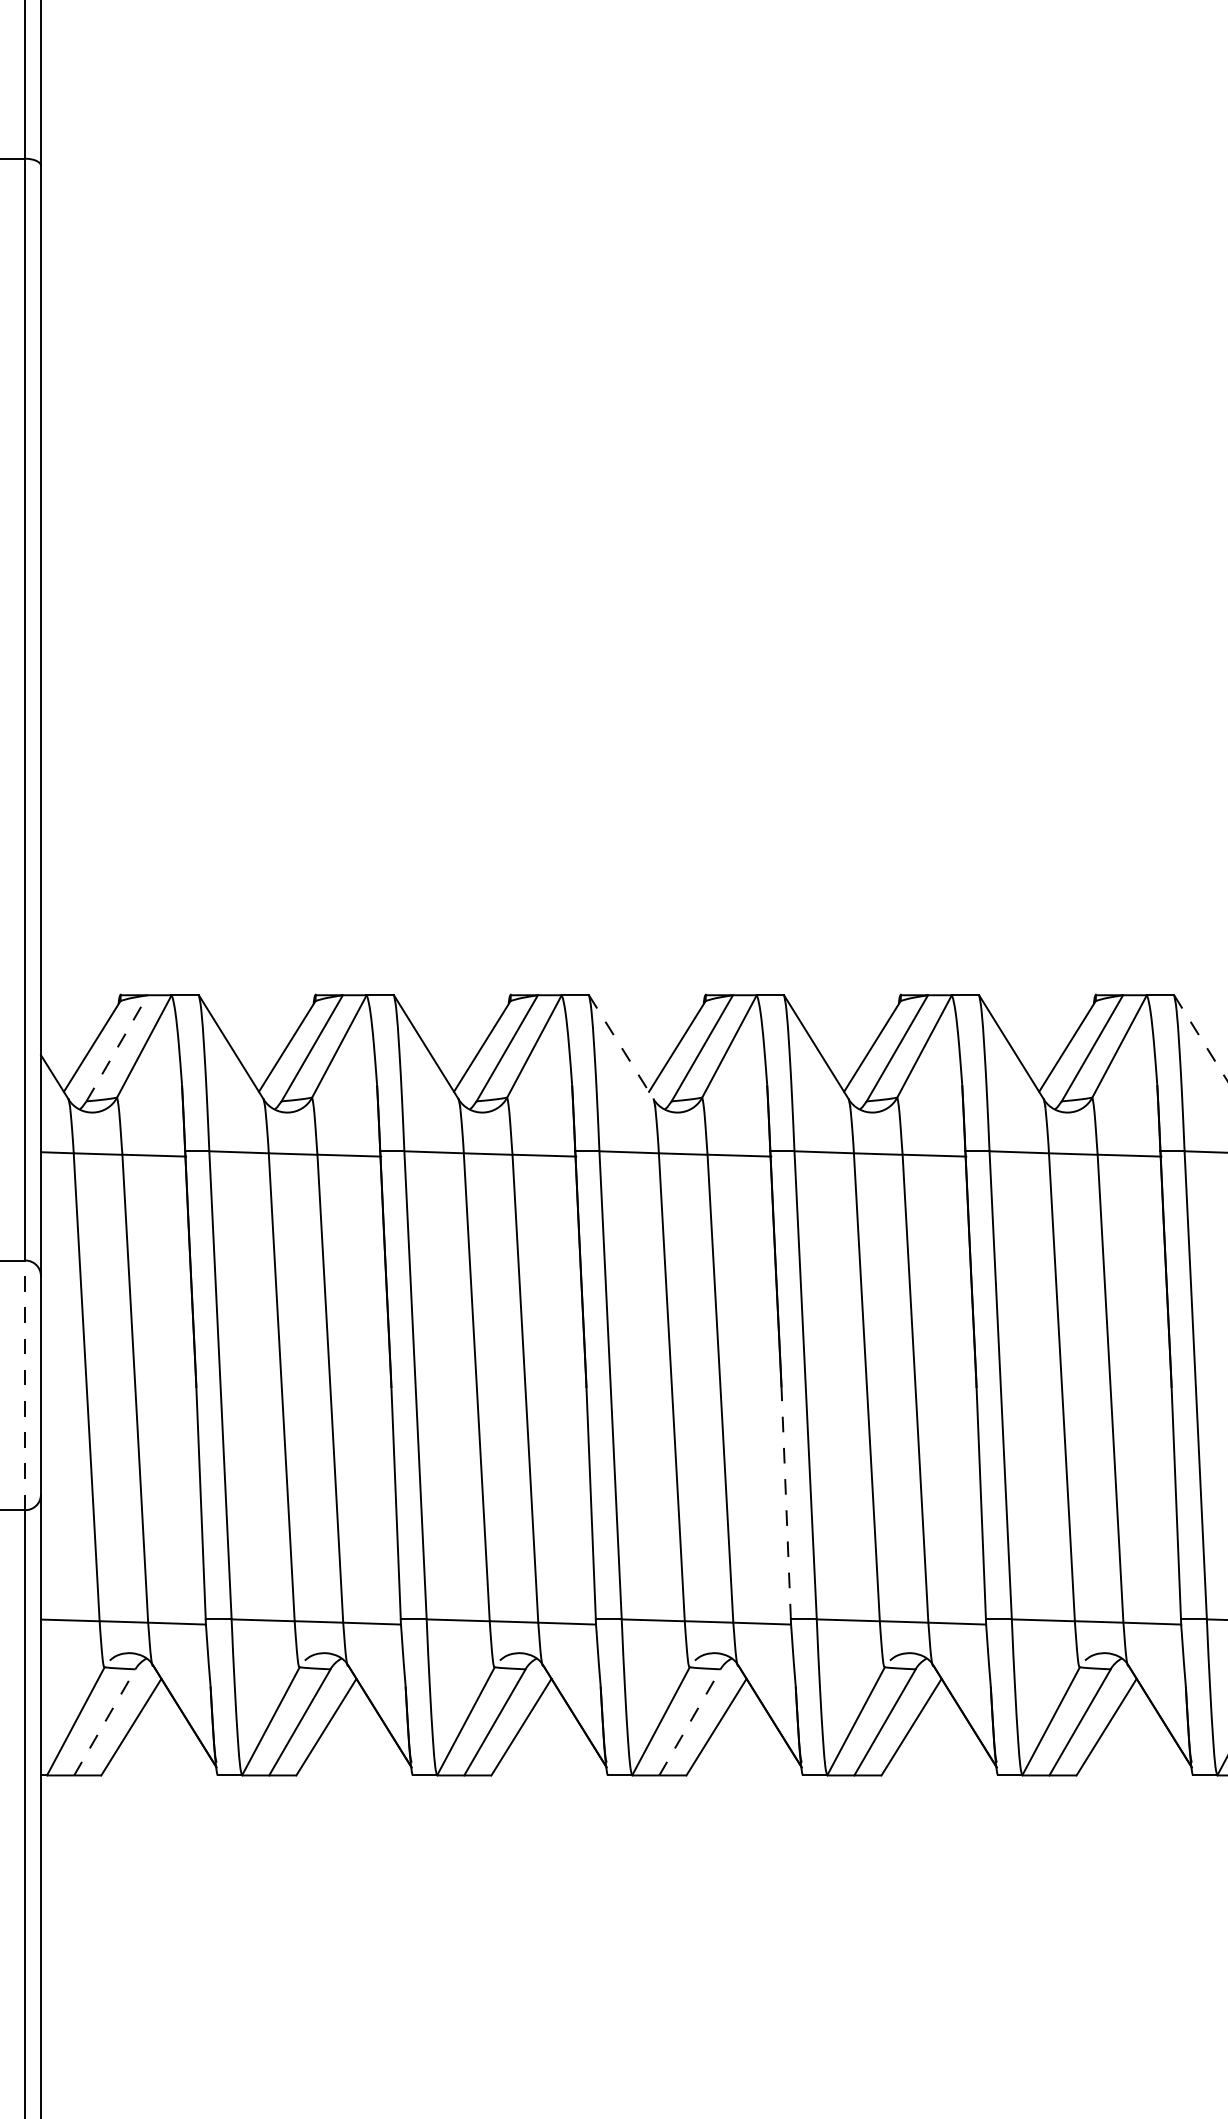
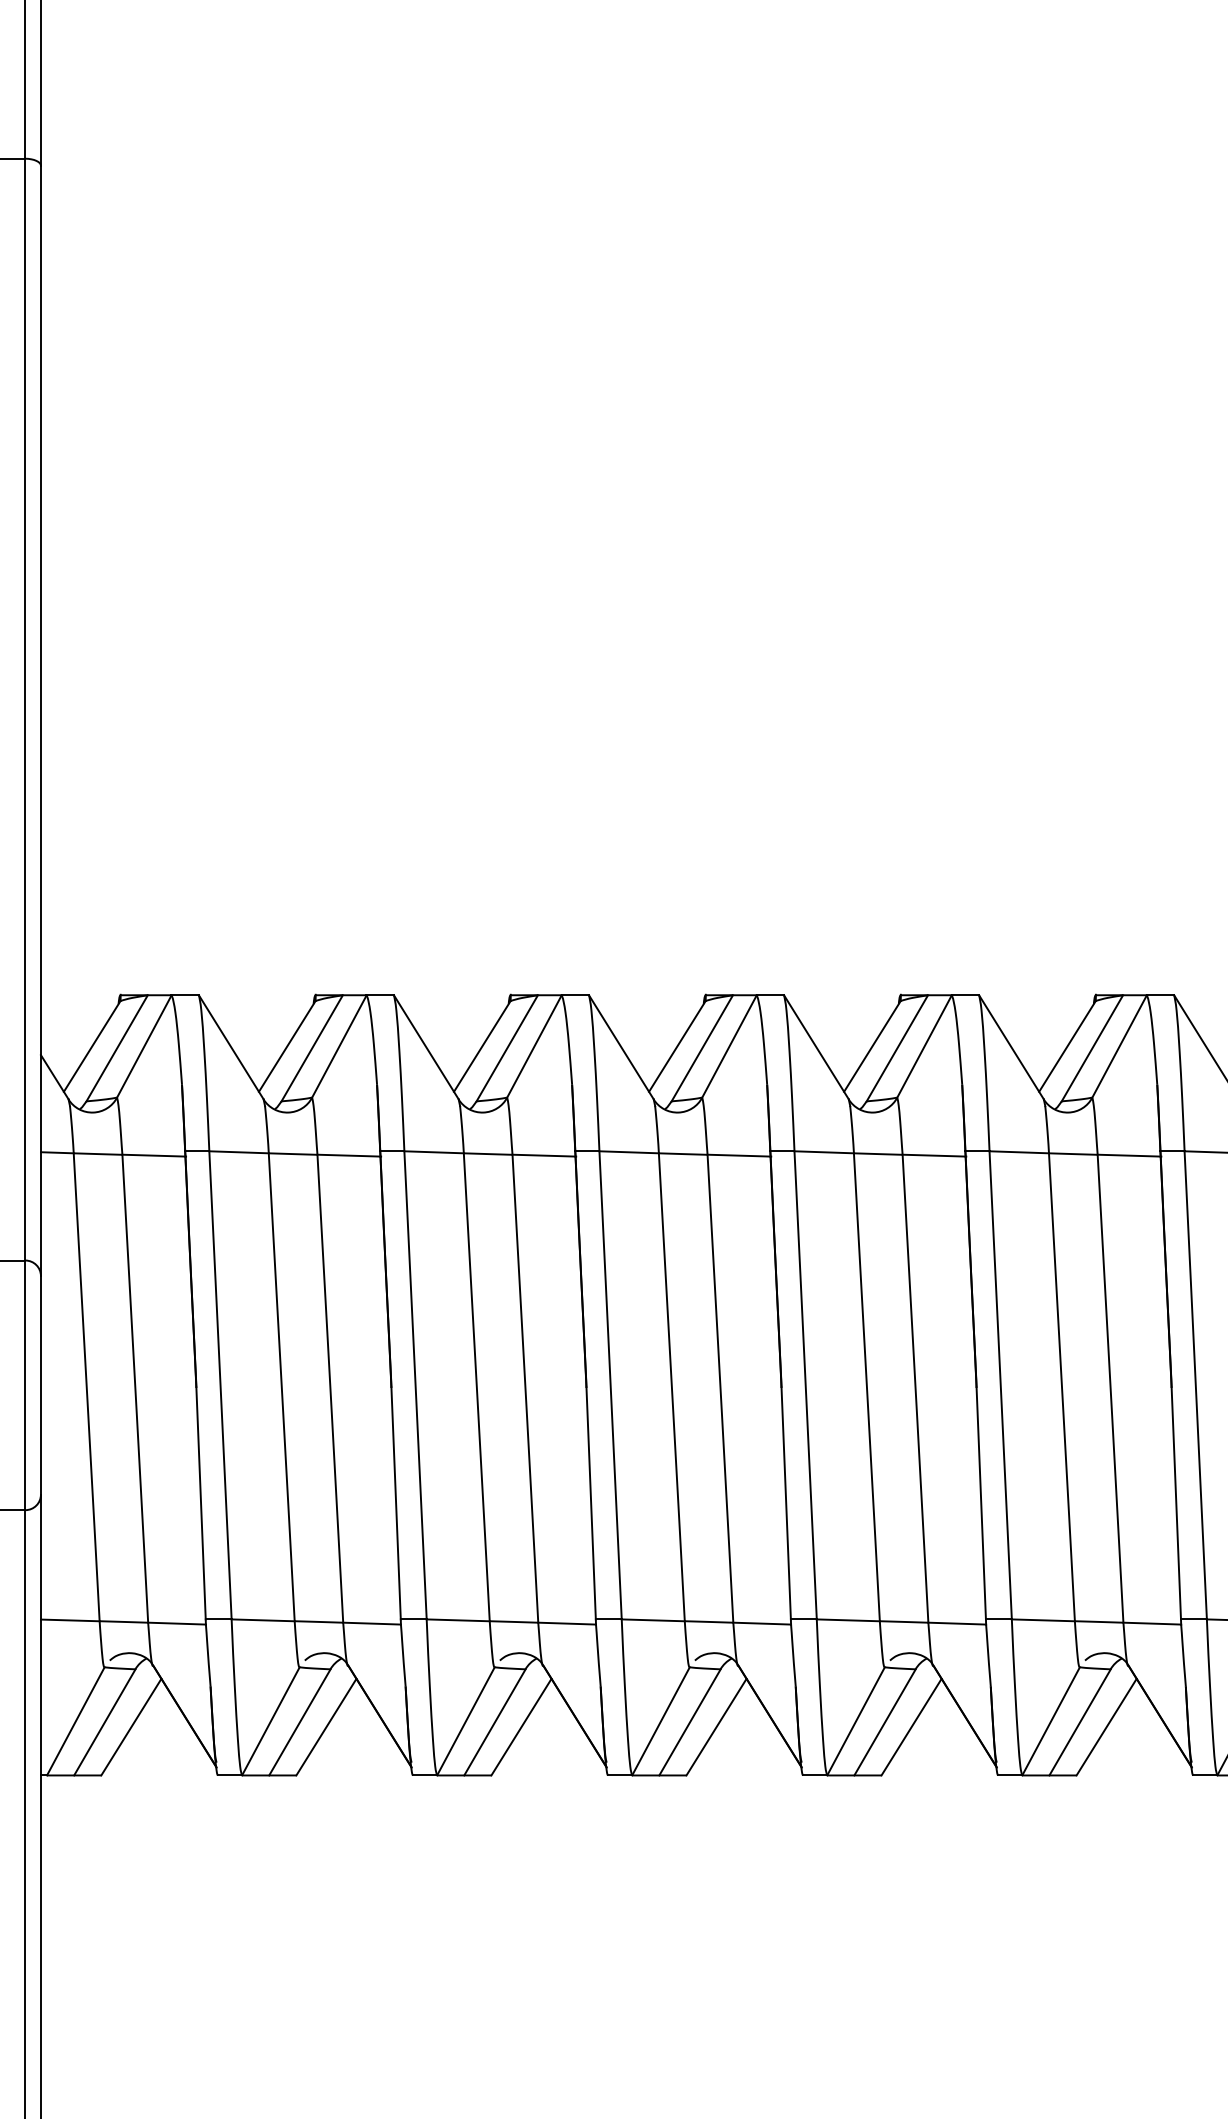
line at (1200, 1038): dashed -> solid
line at (117, 1047): dashed -> solid
line at (621, 1047): dashed -> solid
line at (25, 1385): dashed -> solid
line at (786, 1503): dashed -> solid
line at (105, 1721): dashed -> solid
line at (690, 1721): dashed -> solid
